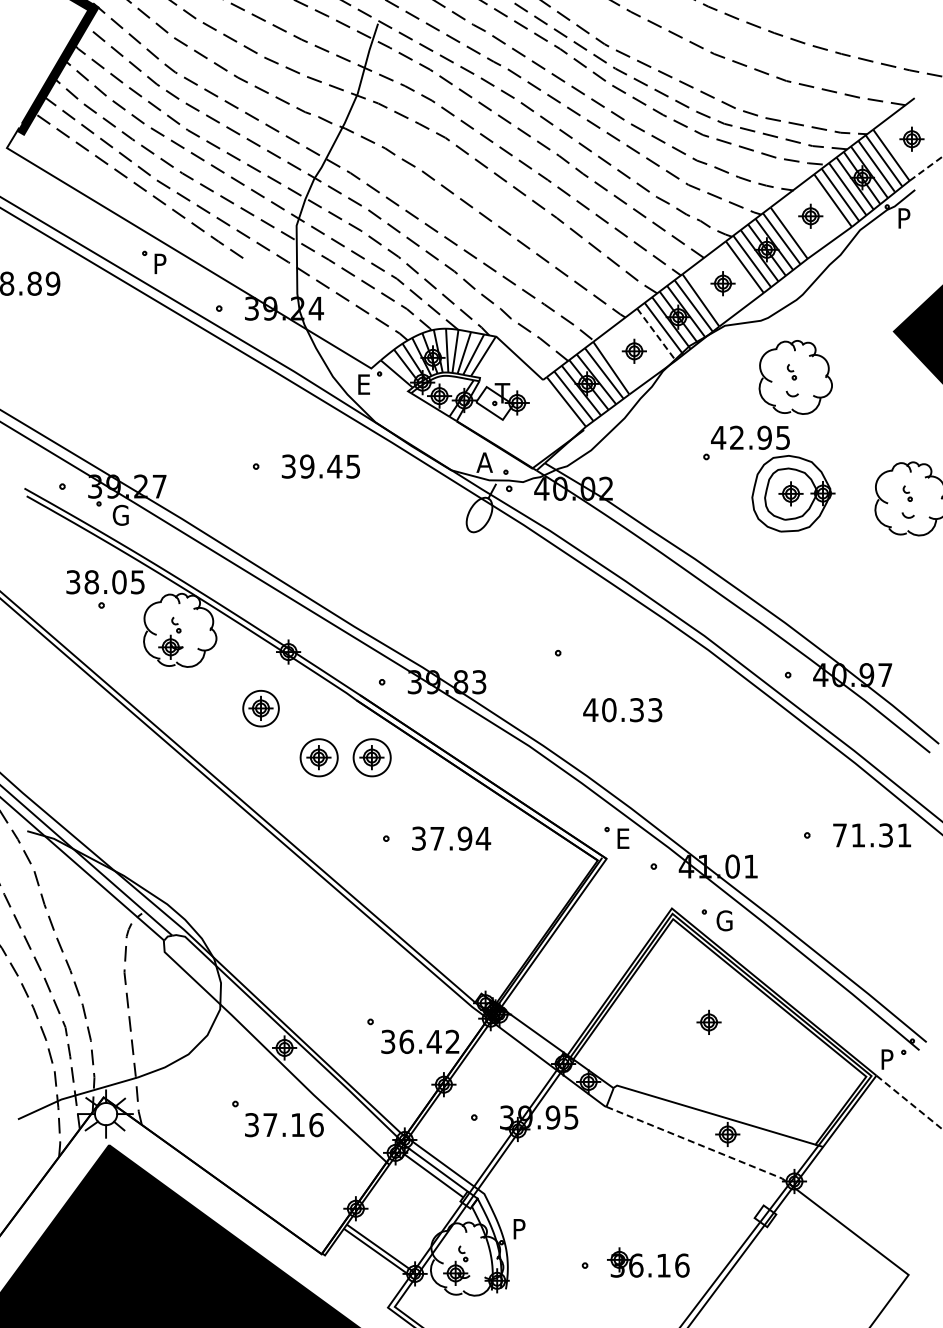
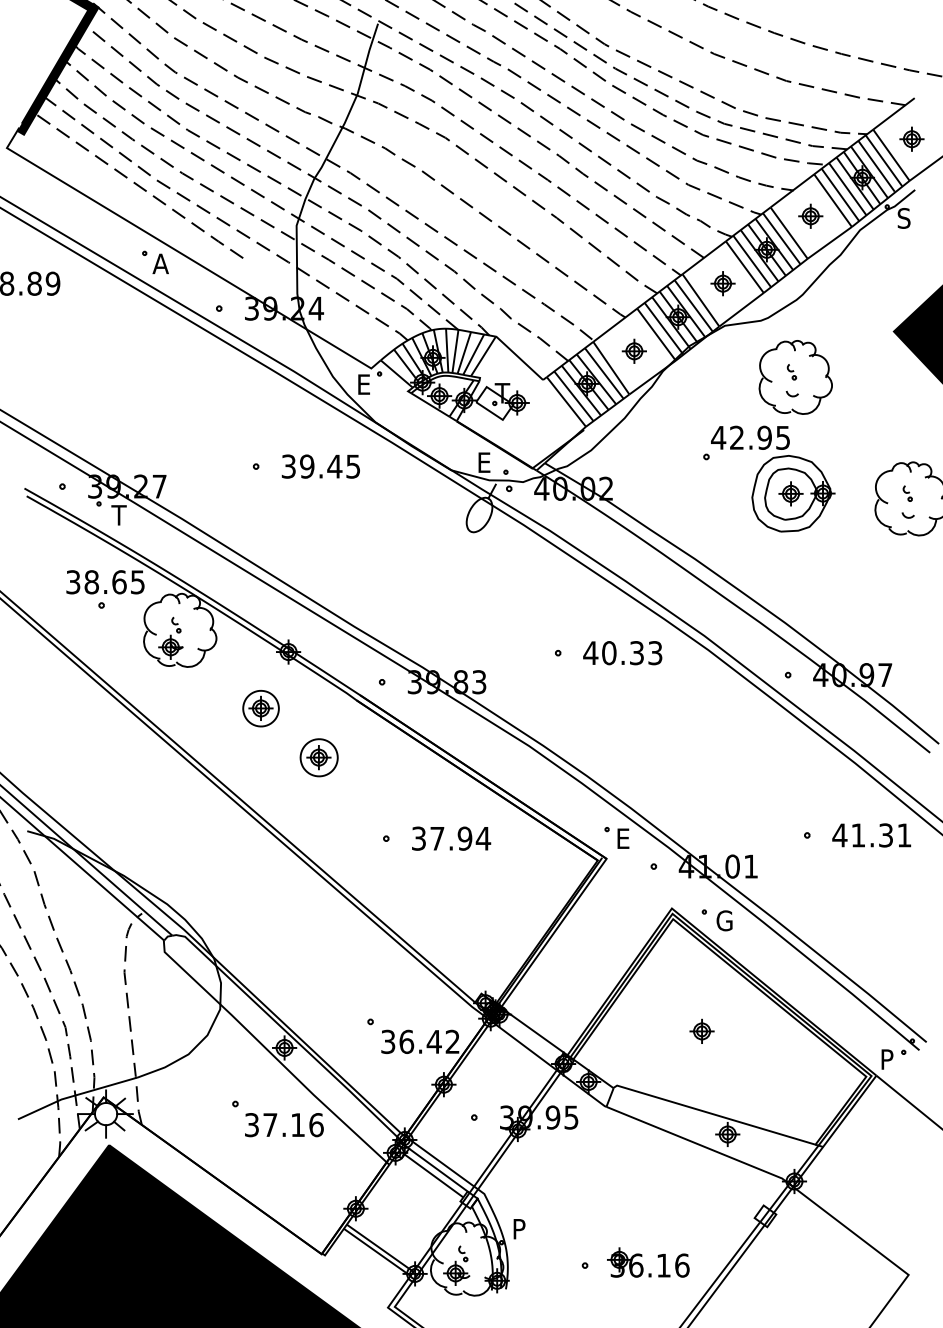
line at (926, 168): dashed -> solid
text at (903, 218): P -> S
text at (160, 263): P -> A
line at (656, 335): dashed -> solid
text at (484, 462): A -> E
text at (119, 514): G -> T
text at (119, 582): 38.05 -> 38.65
text at (622, 710) position: (622, 710) -> (622, 653)
part at (371, 757): present -> none
text at (839, 835): 71.31 -> 41.31
part at (708, 1021) position: (708, 1021) -> (701, 1030)
line at (909, 1102): dashed -> solid
line at (699, 1144): dashed -> solid
